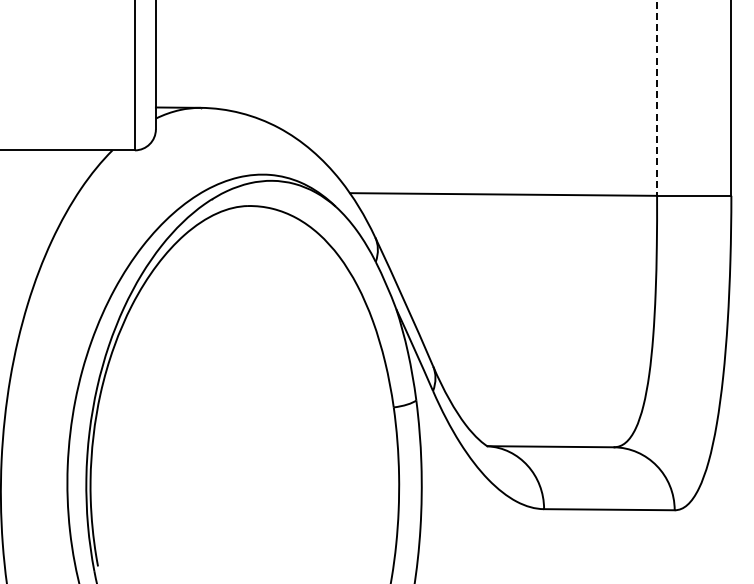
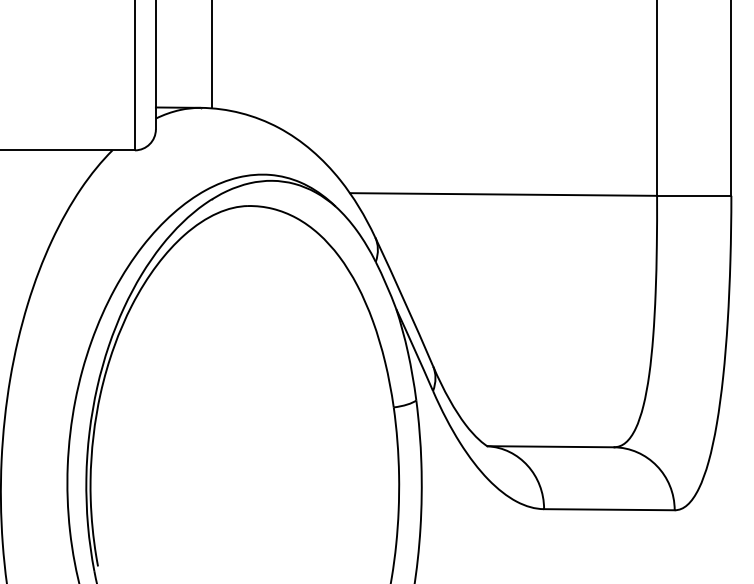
line at (211, 55): none -> present
line at (657, 98): dashed -> solid
